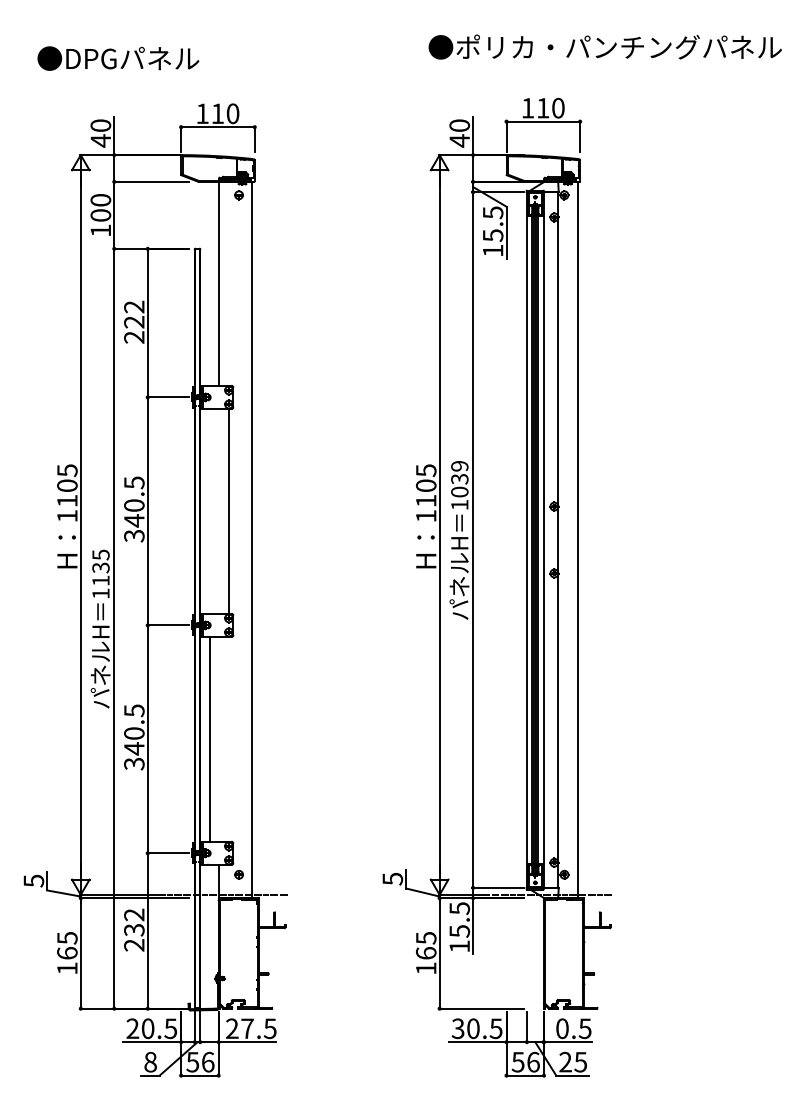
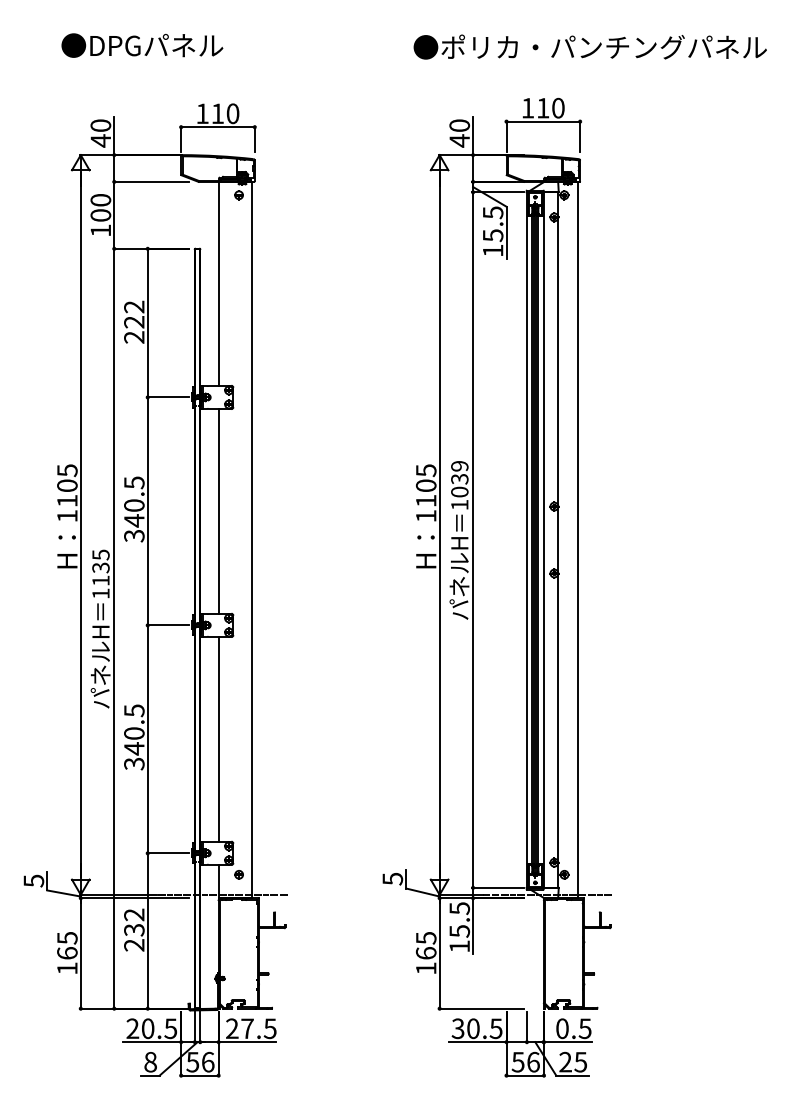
text at (604, 46) position: (604, 46) -> (589, 46)
text at (118, 58) position: (118, 58) -> (142, 45)
line at (228, 511) position: (228, 511) -> (218, 511)
line at (209, 739) position: (209, 739) -> (218, 739)
